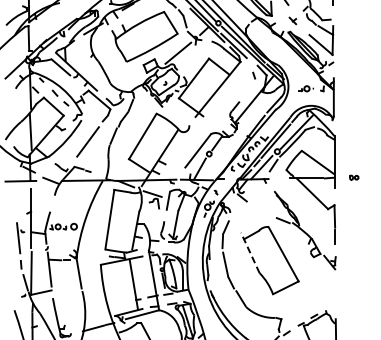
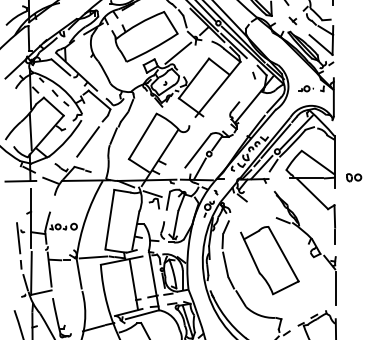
part at (354, 177) size: 11x7 px -> 17x10 px
line at (250, 252): dashed -> solid
line at (93, 257): none -> present
line at (335, 288): none -> present
